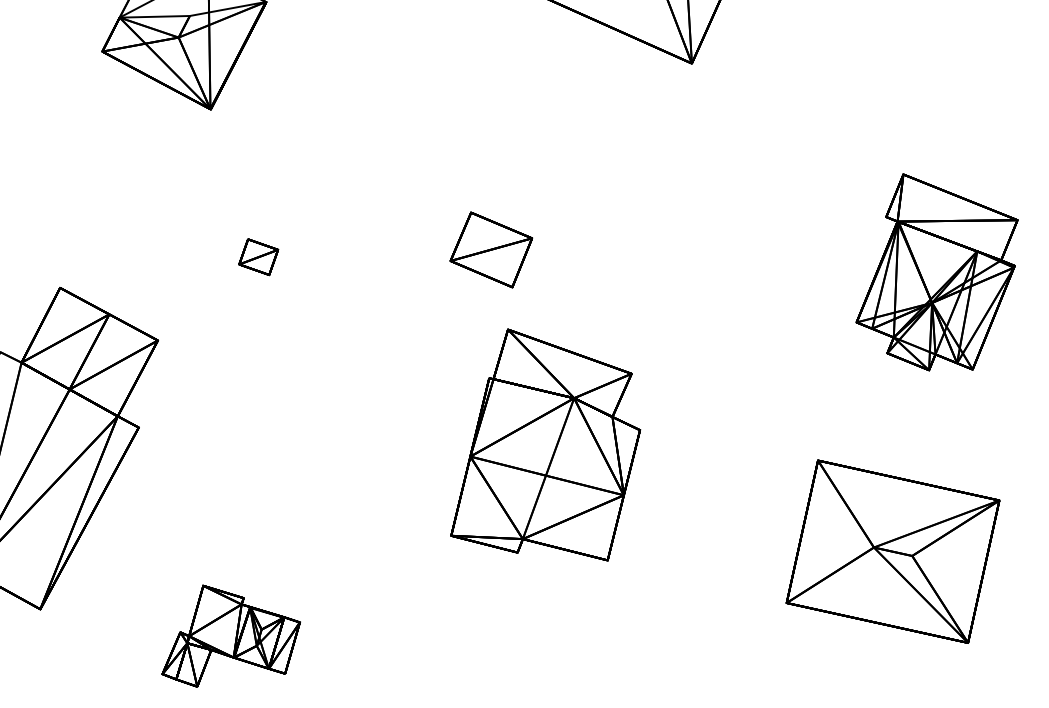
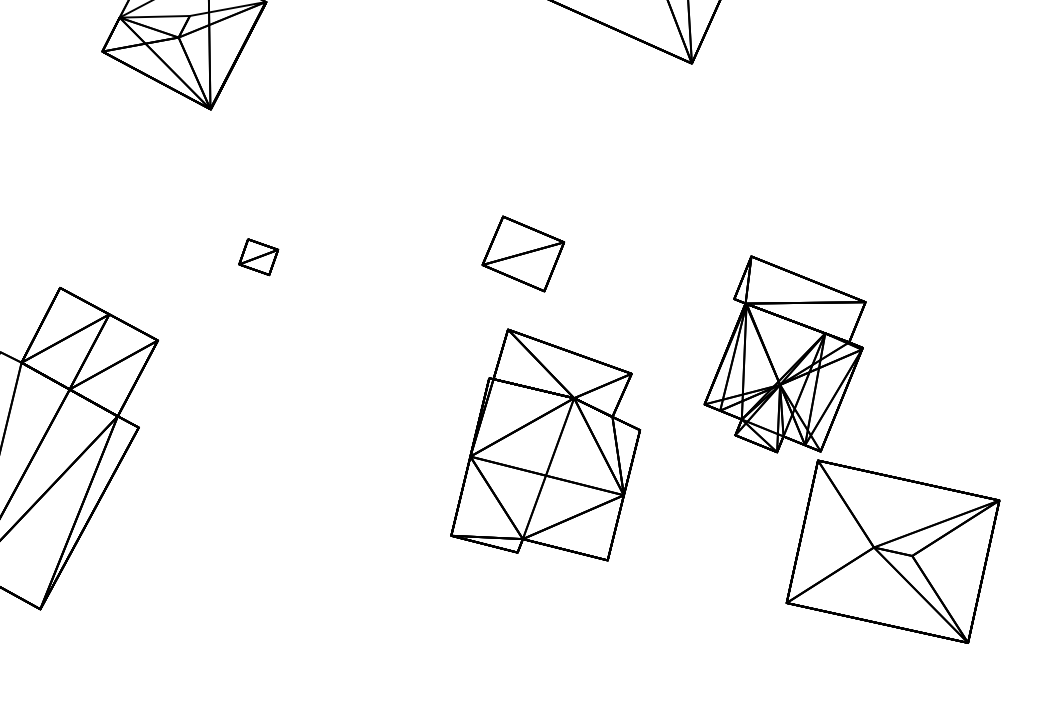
part at (491, 249) position: (491, 249) -> (523, 253)
part at (936, 272) position: (936, 272) -> (784, 354)
part at (230, 635): present -> none
